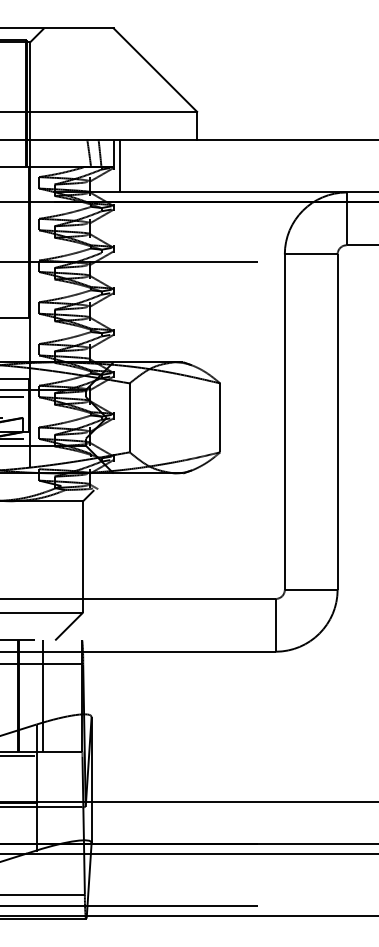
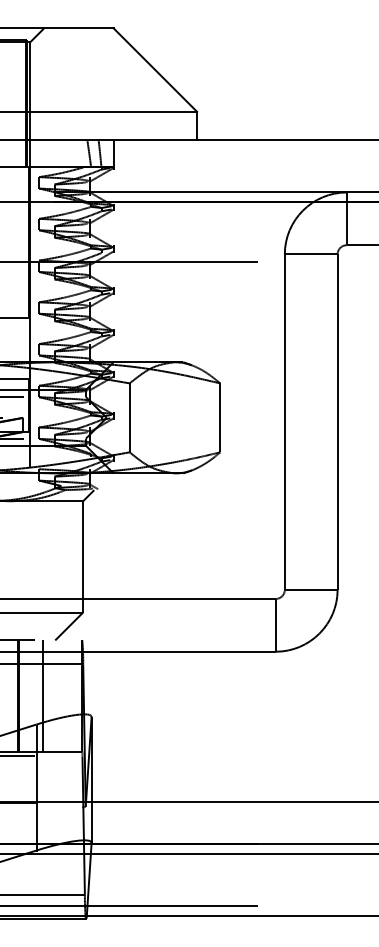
line at (120, 165): present -> none
line at (42, 807): present -> none
